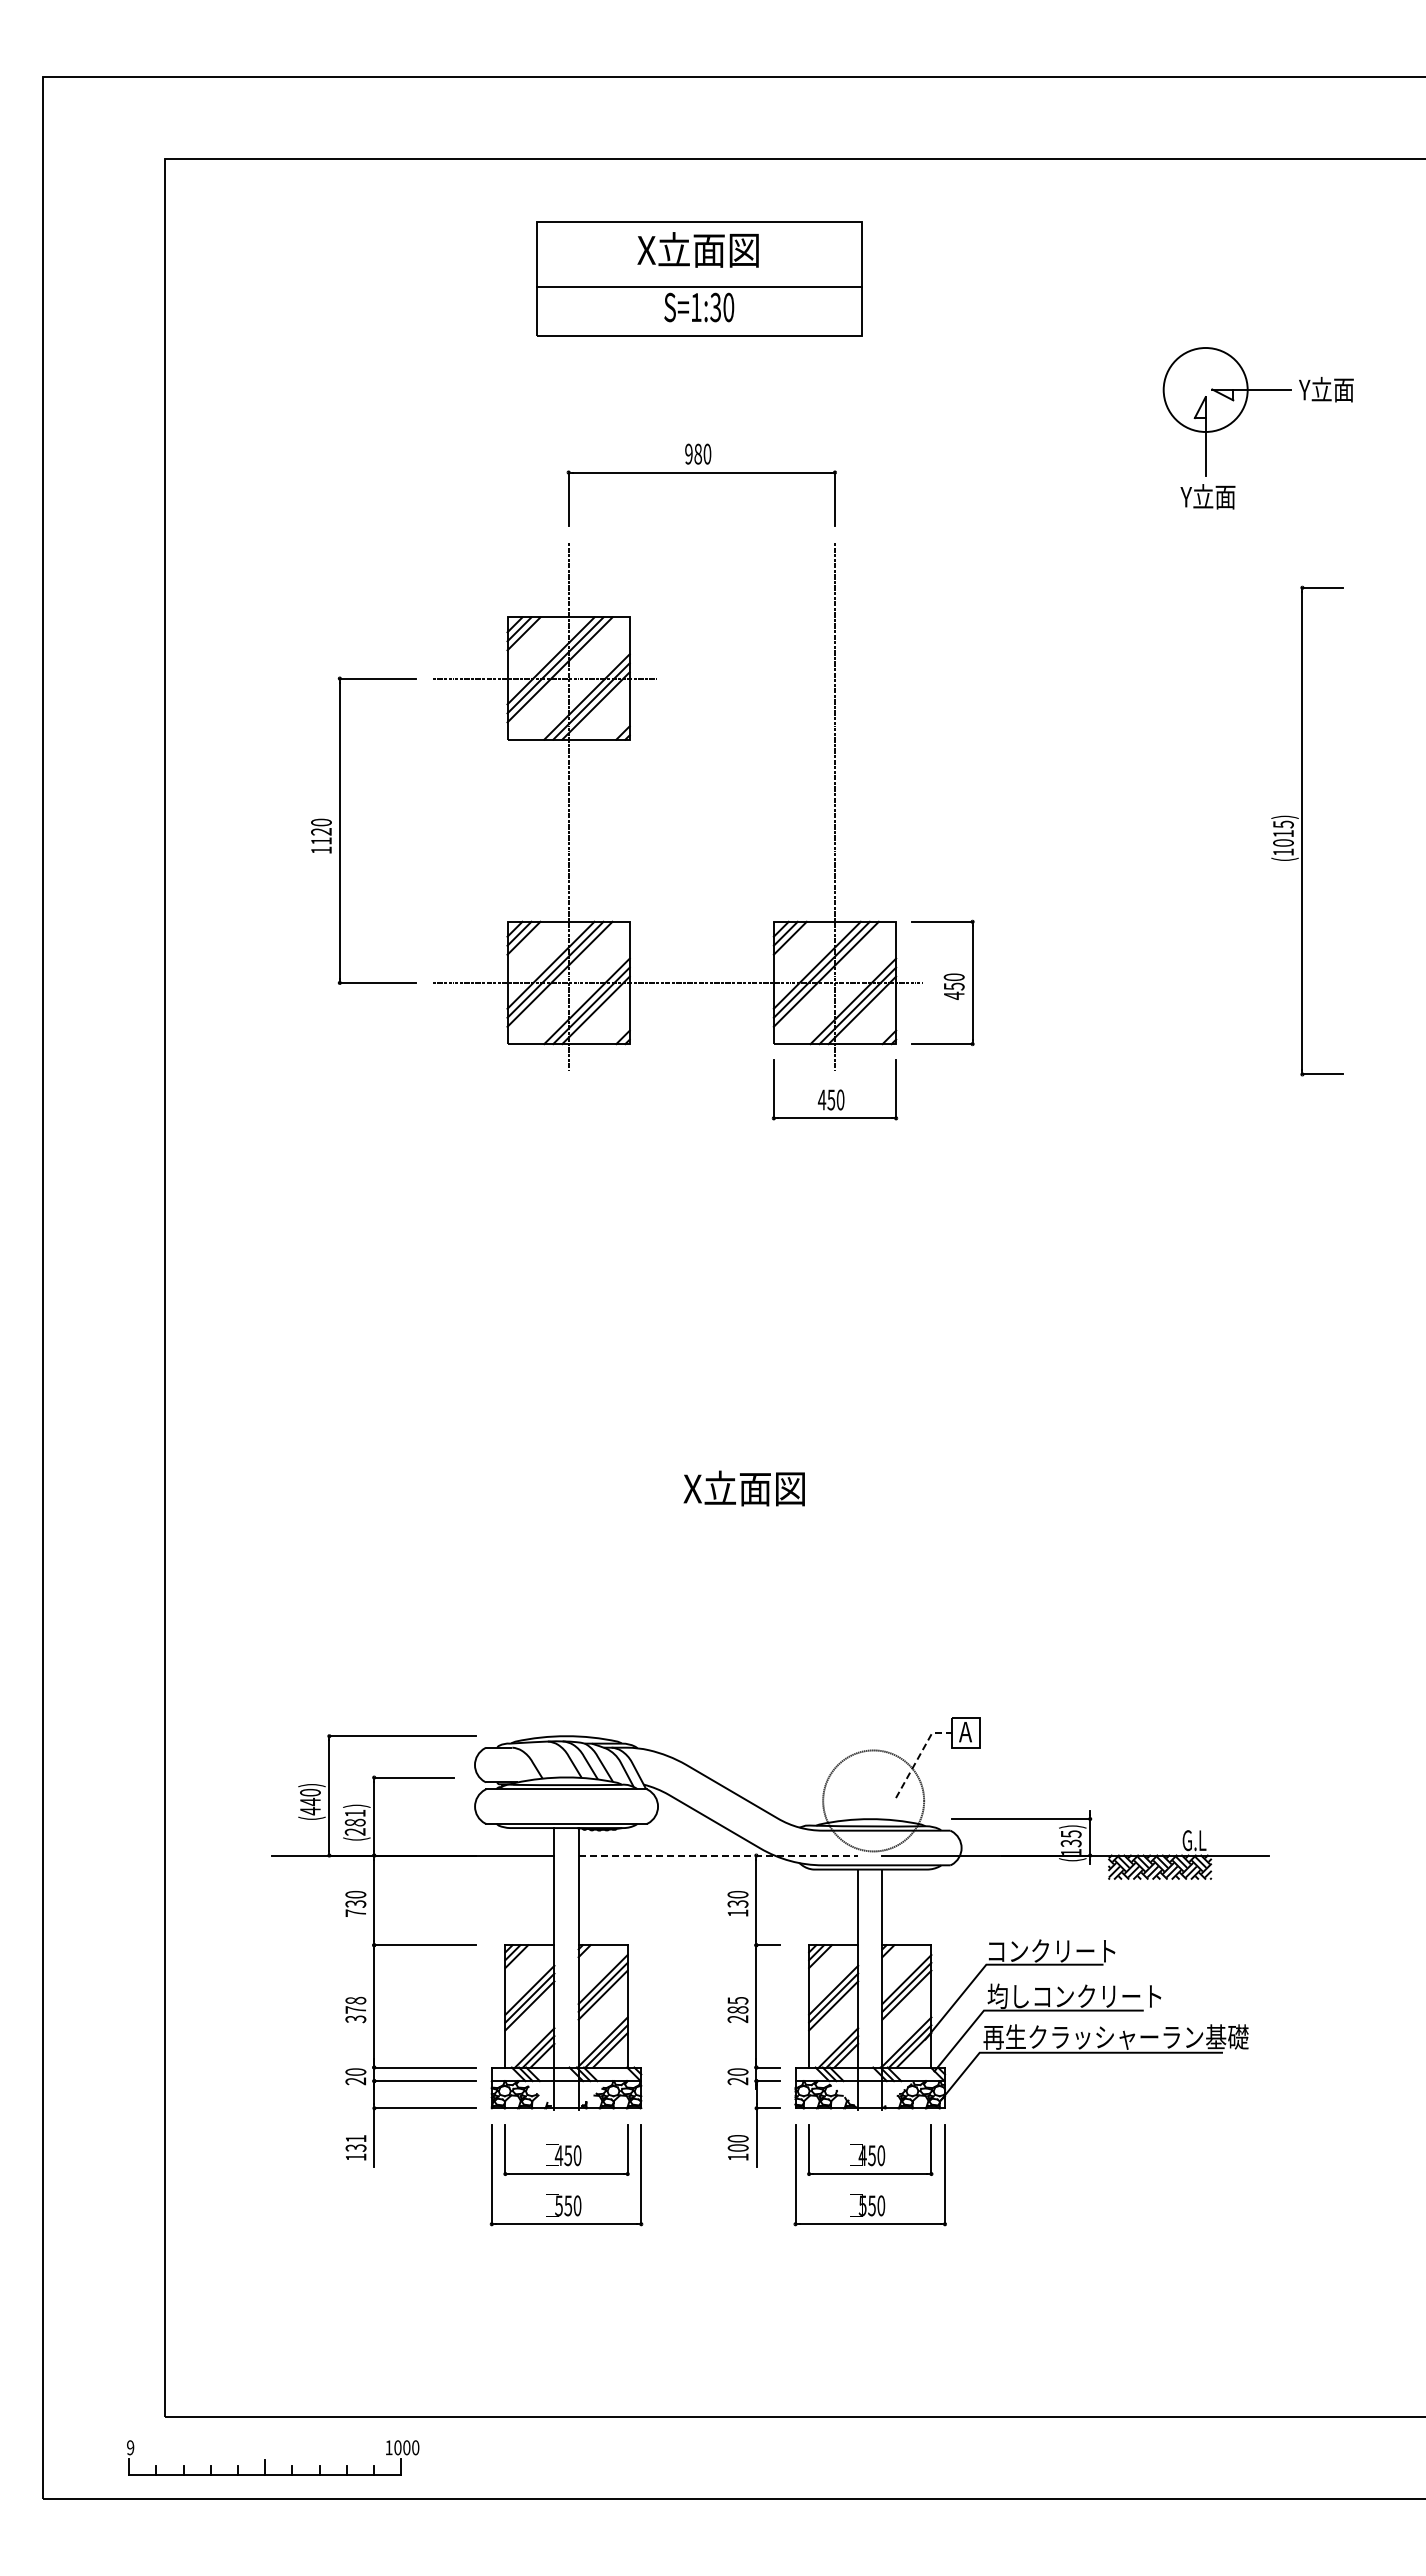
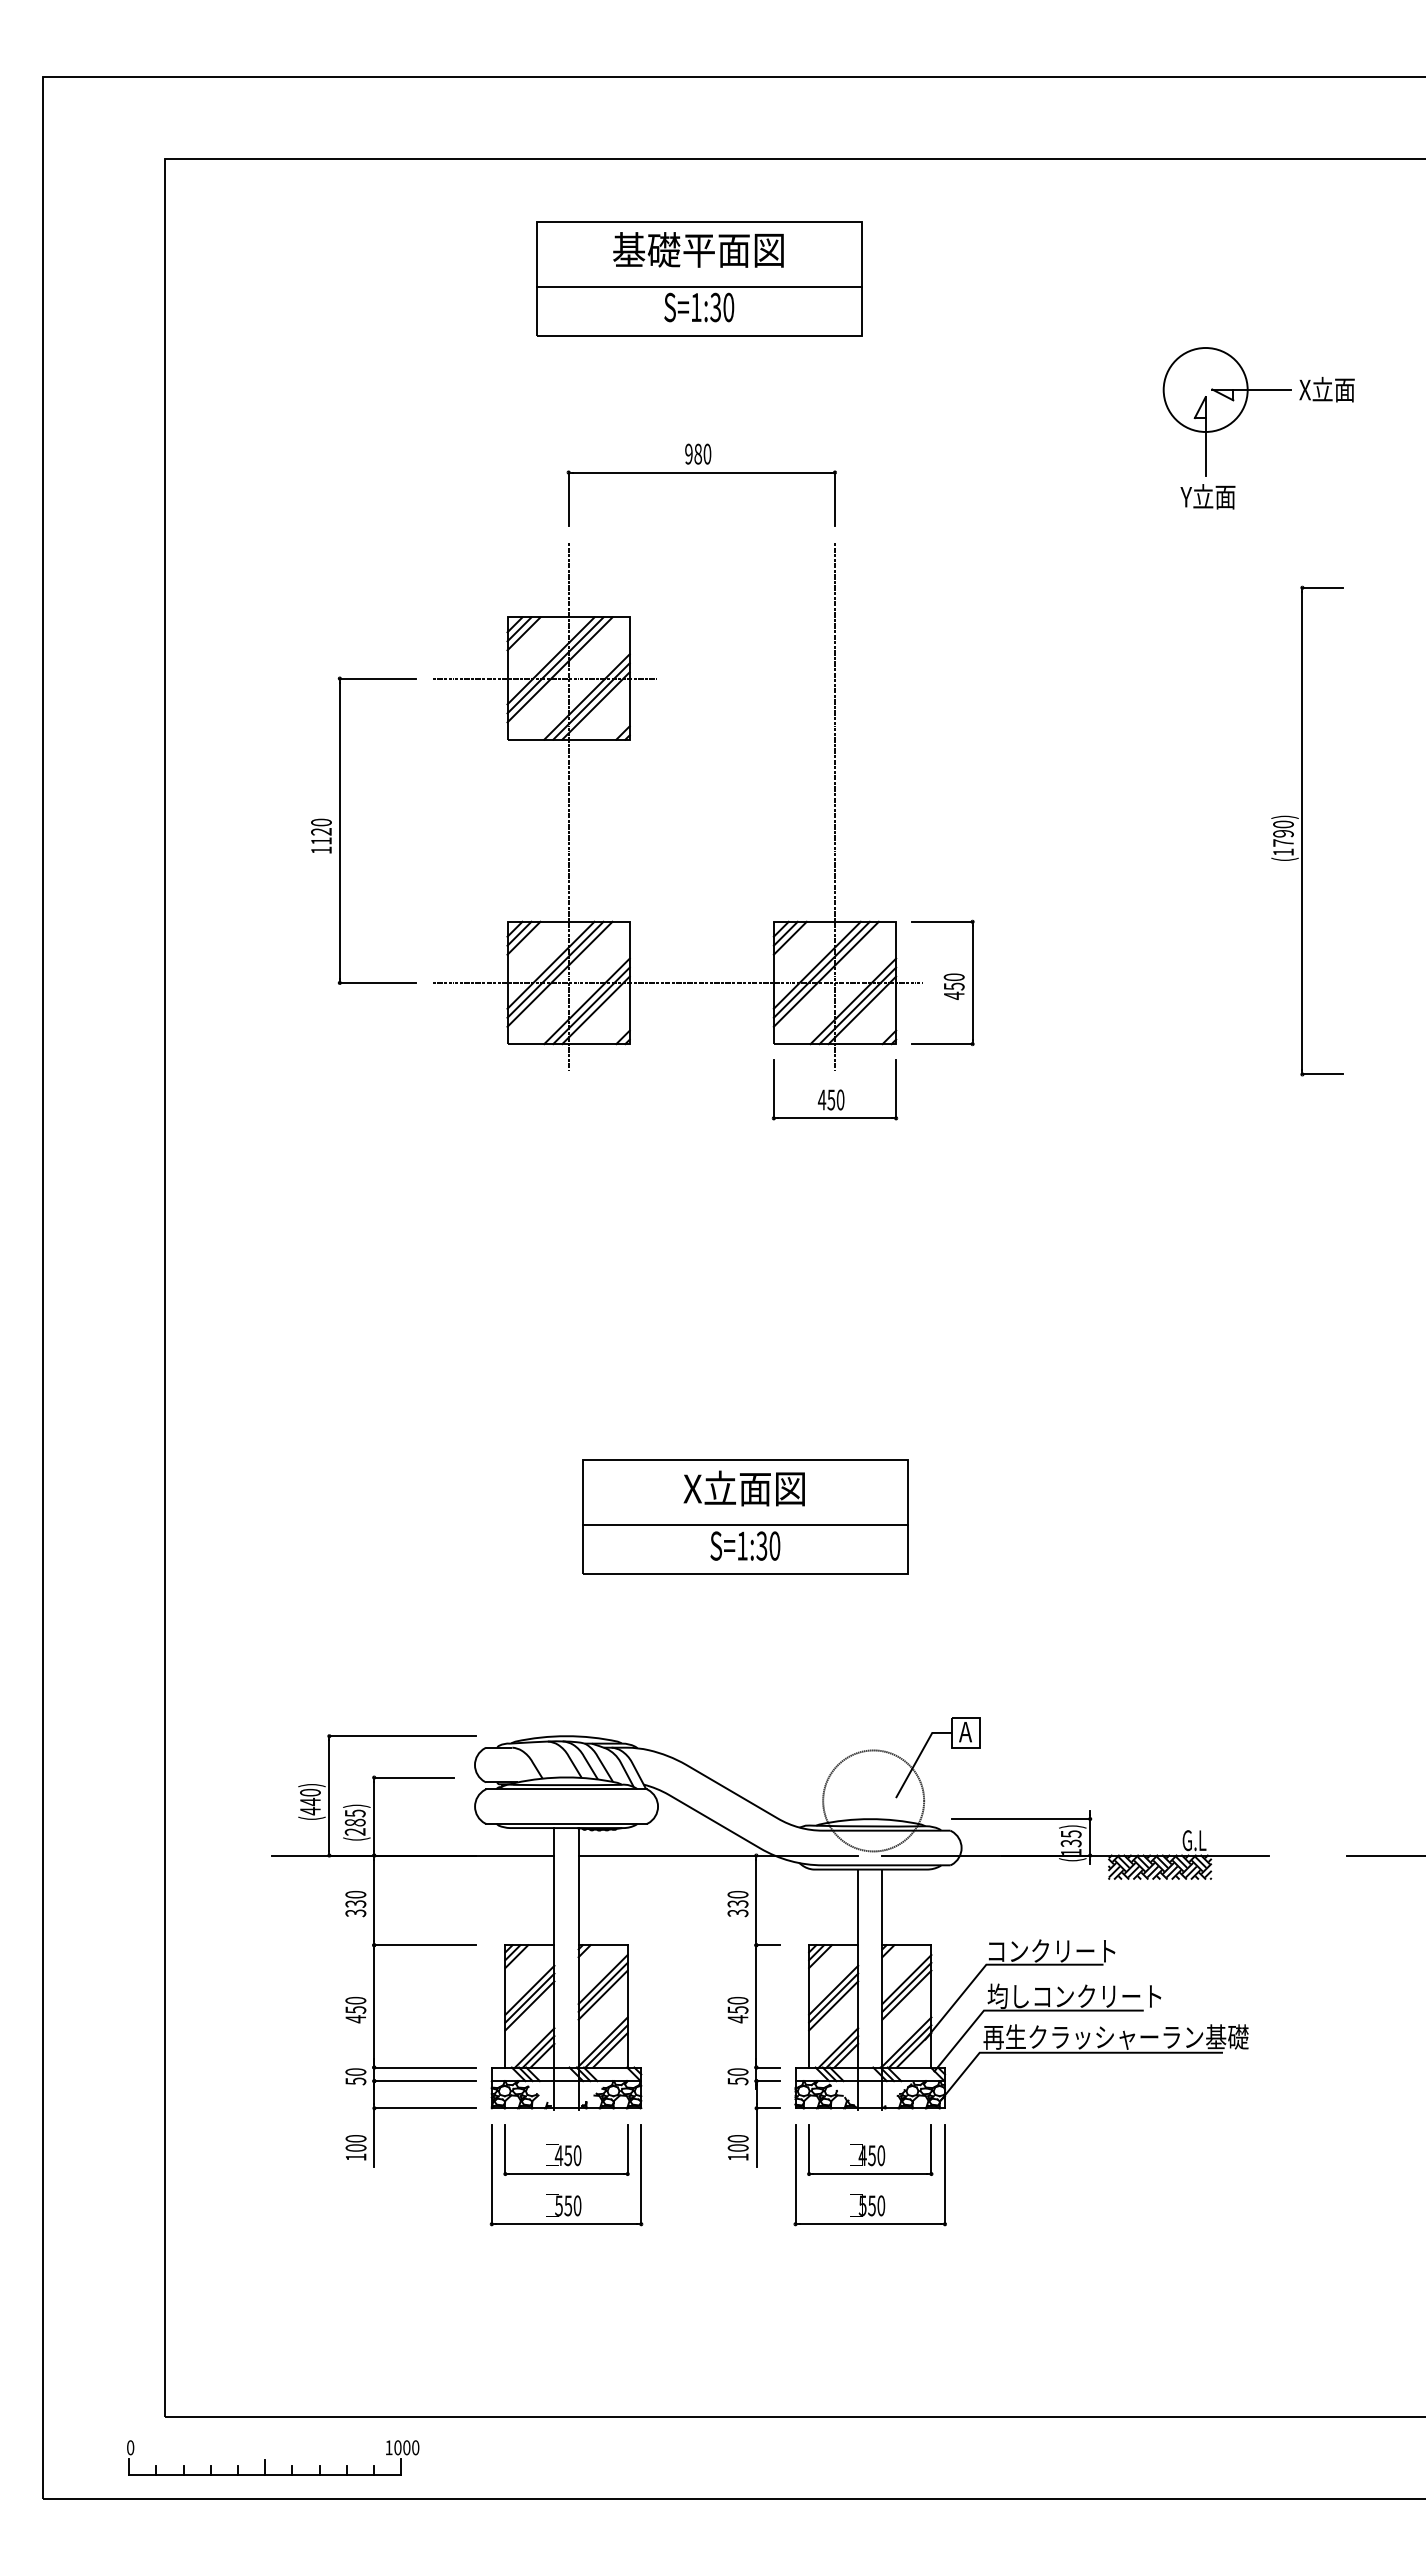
text at (698, 249): X立面図 -> 基礎平面図
text at (1326, 389): Y立面 -> X立面
text at (1283, 833): (1015) -> (1790)
part at (745, 1516): none -> present
line at (919, 1756): dashed -> solid
text at (355, 1813): (281) -> (285)
line at (718, 1855): dashed -> solid
line at (1384, 1855): none -> present
text at (355, 1913): 730 -> 330
text at (737, 1913): 130 -> 330
text at (355, 2009): 378 -> 450
text at (737, 2010): 285 -> 450
text at (355, 2081): 20 -> 50
text at (737, 2081): 20 -> 50
text at (355, 2143): 131 -> 100
text at (130, 2447): 9 -> 0
